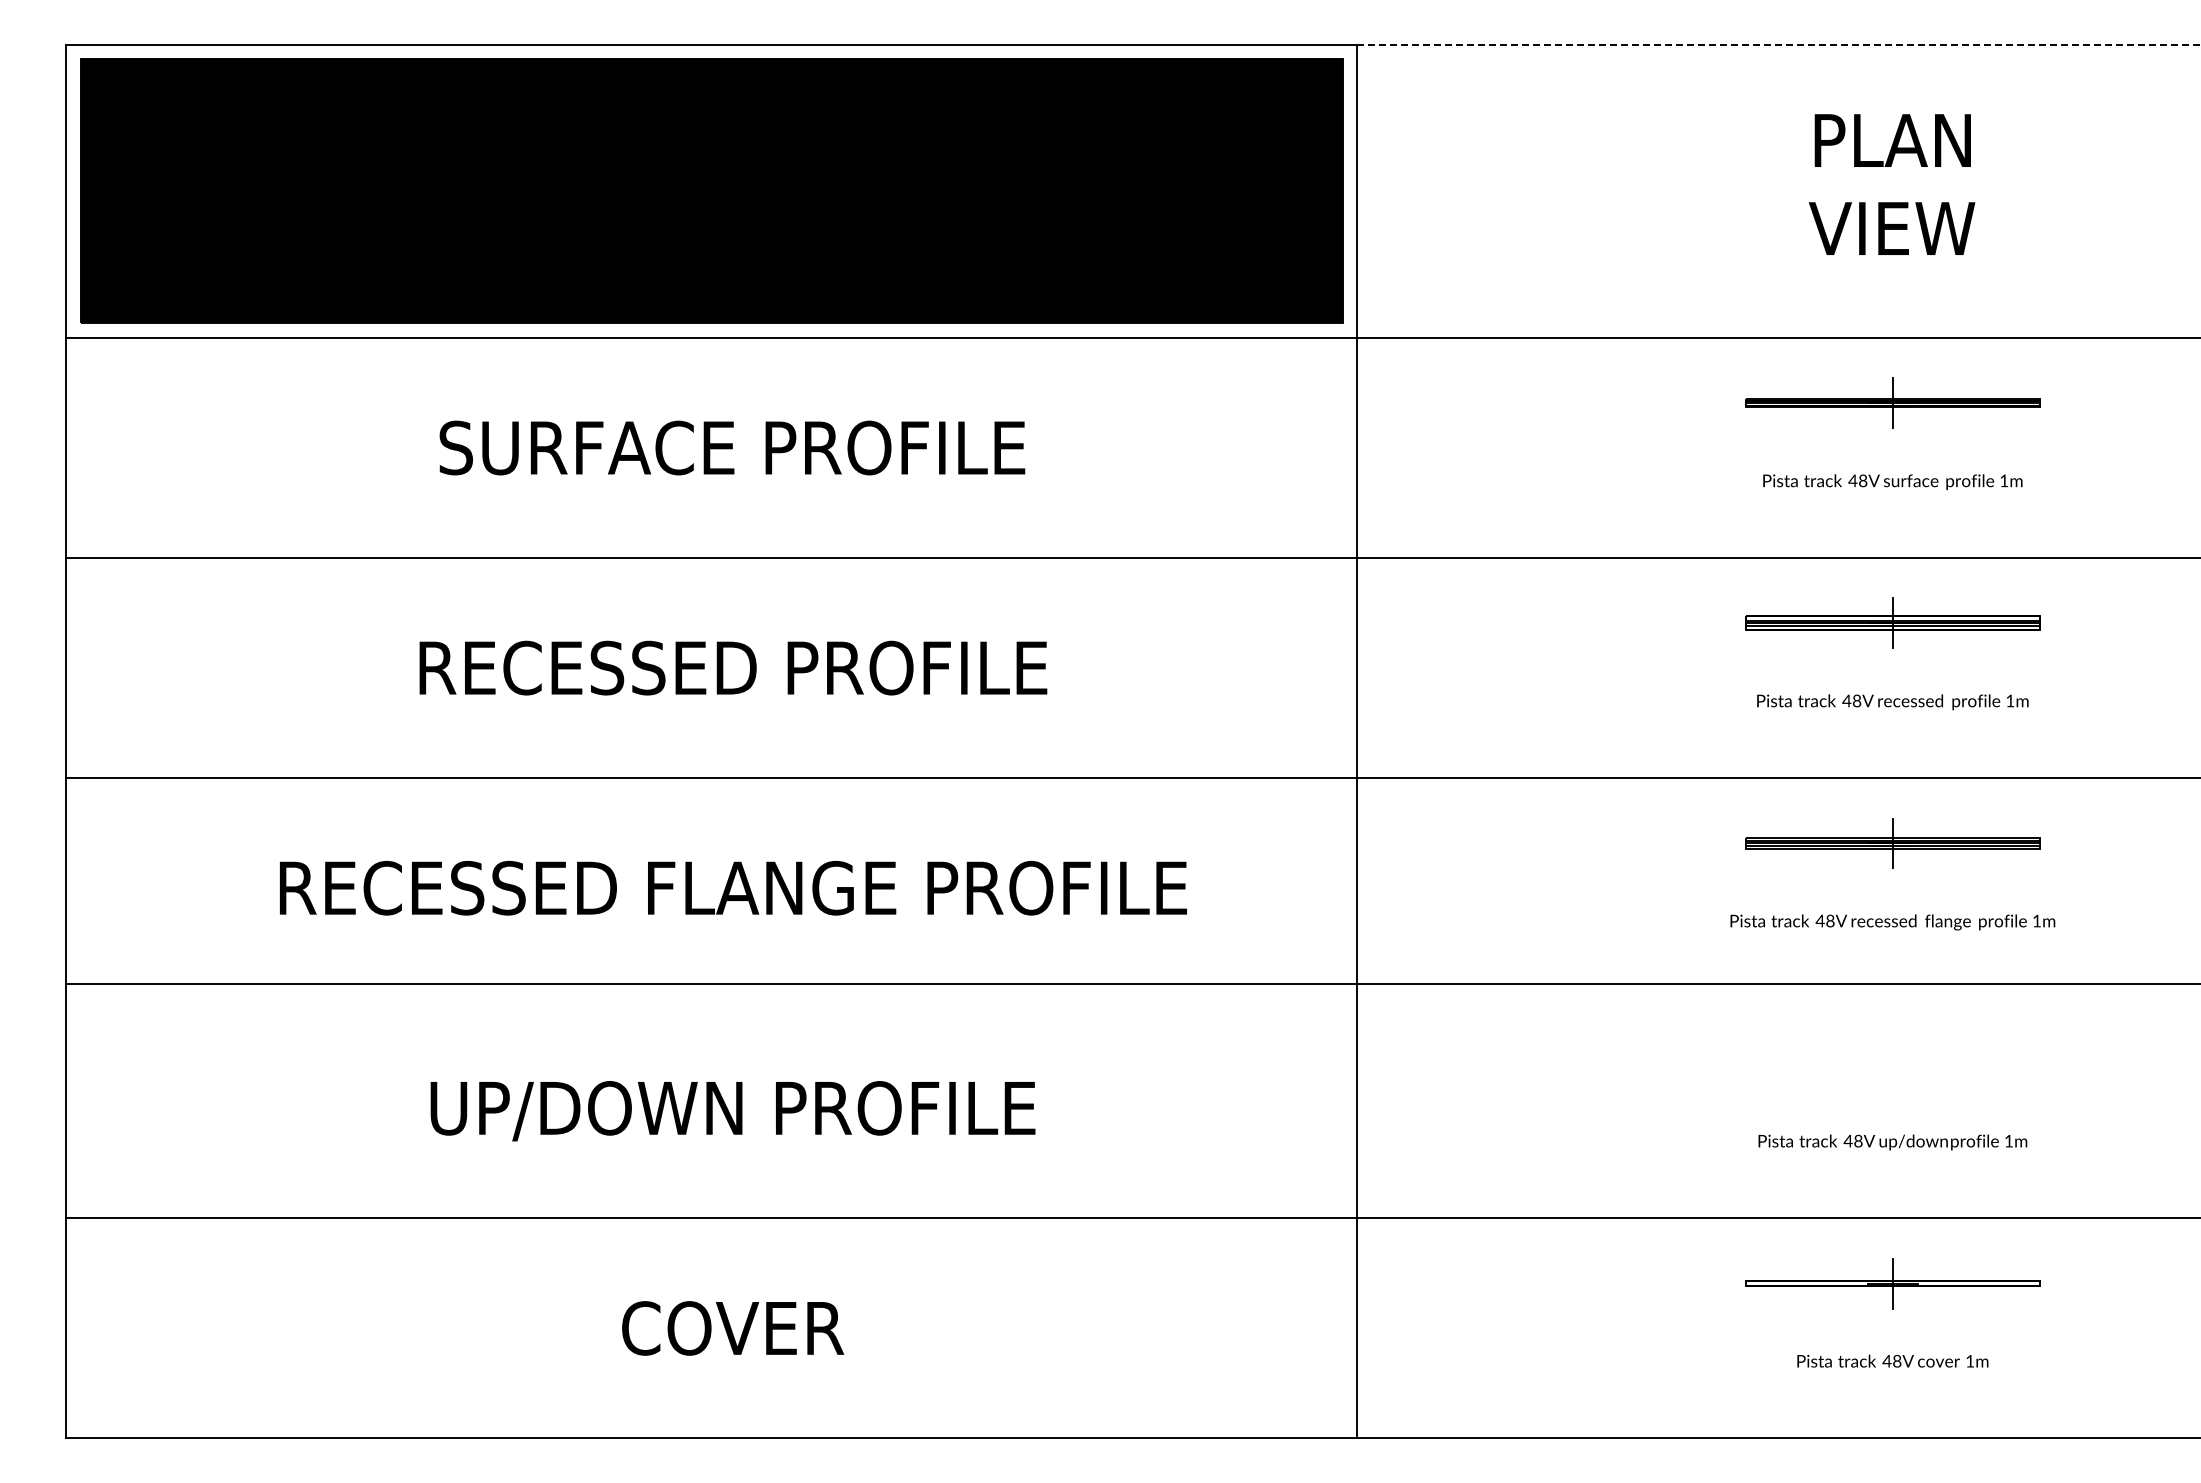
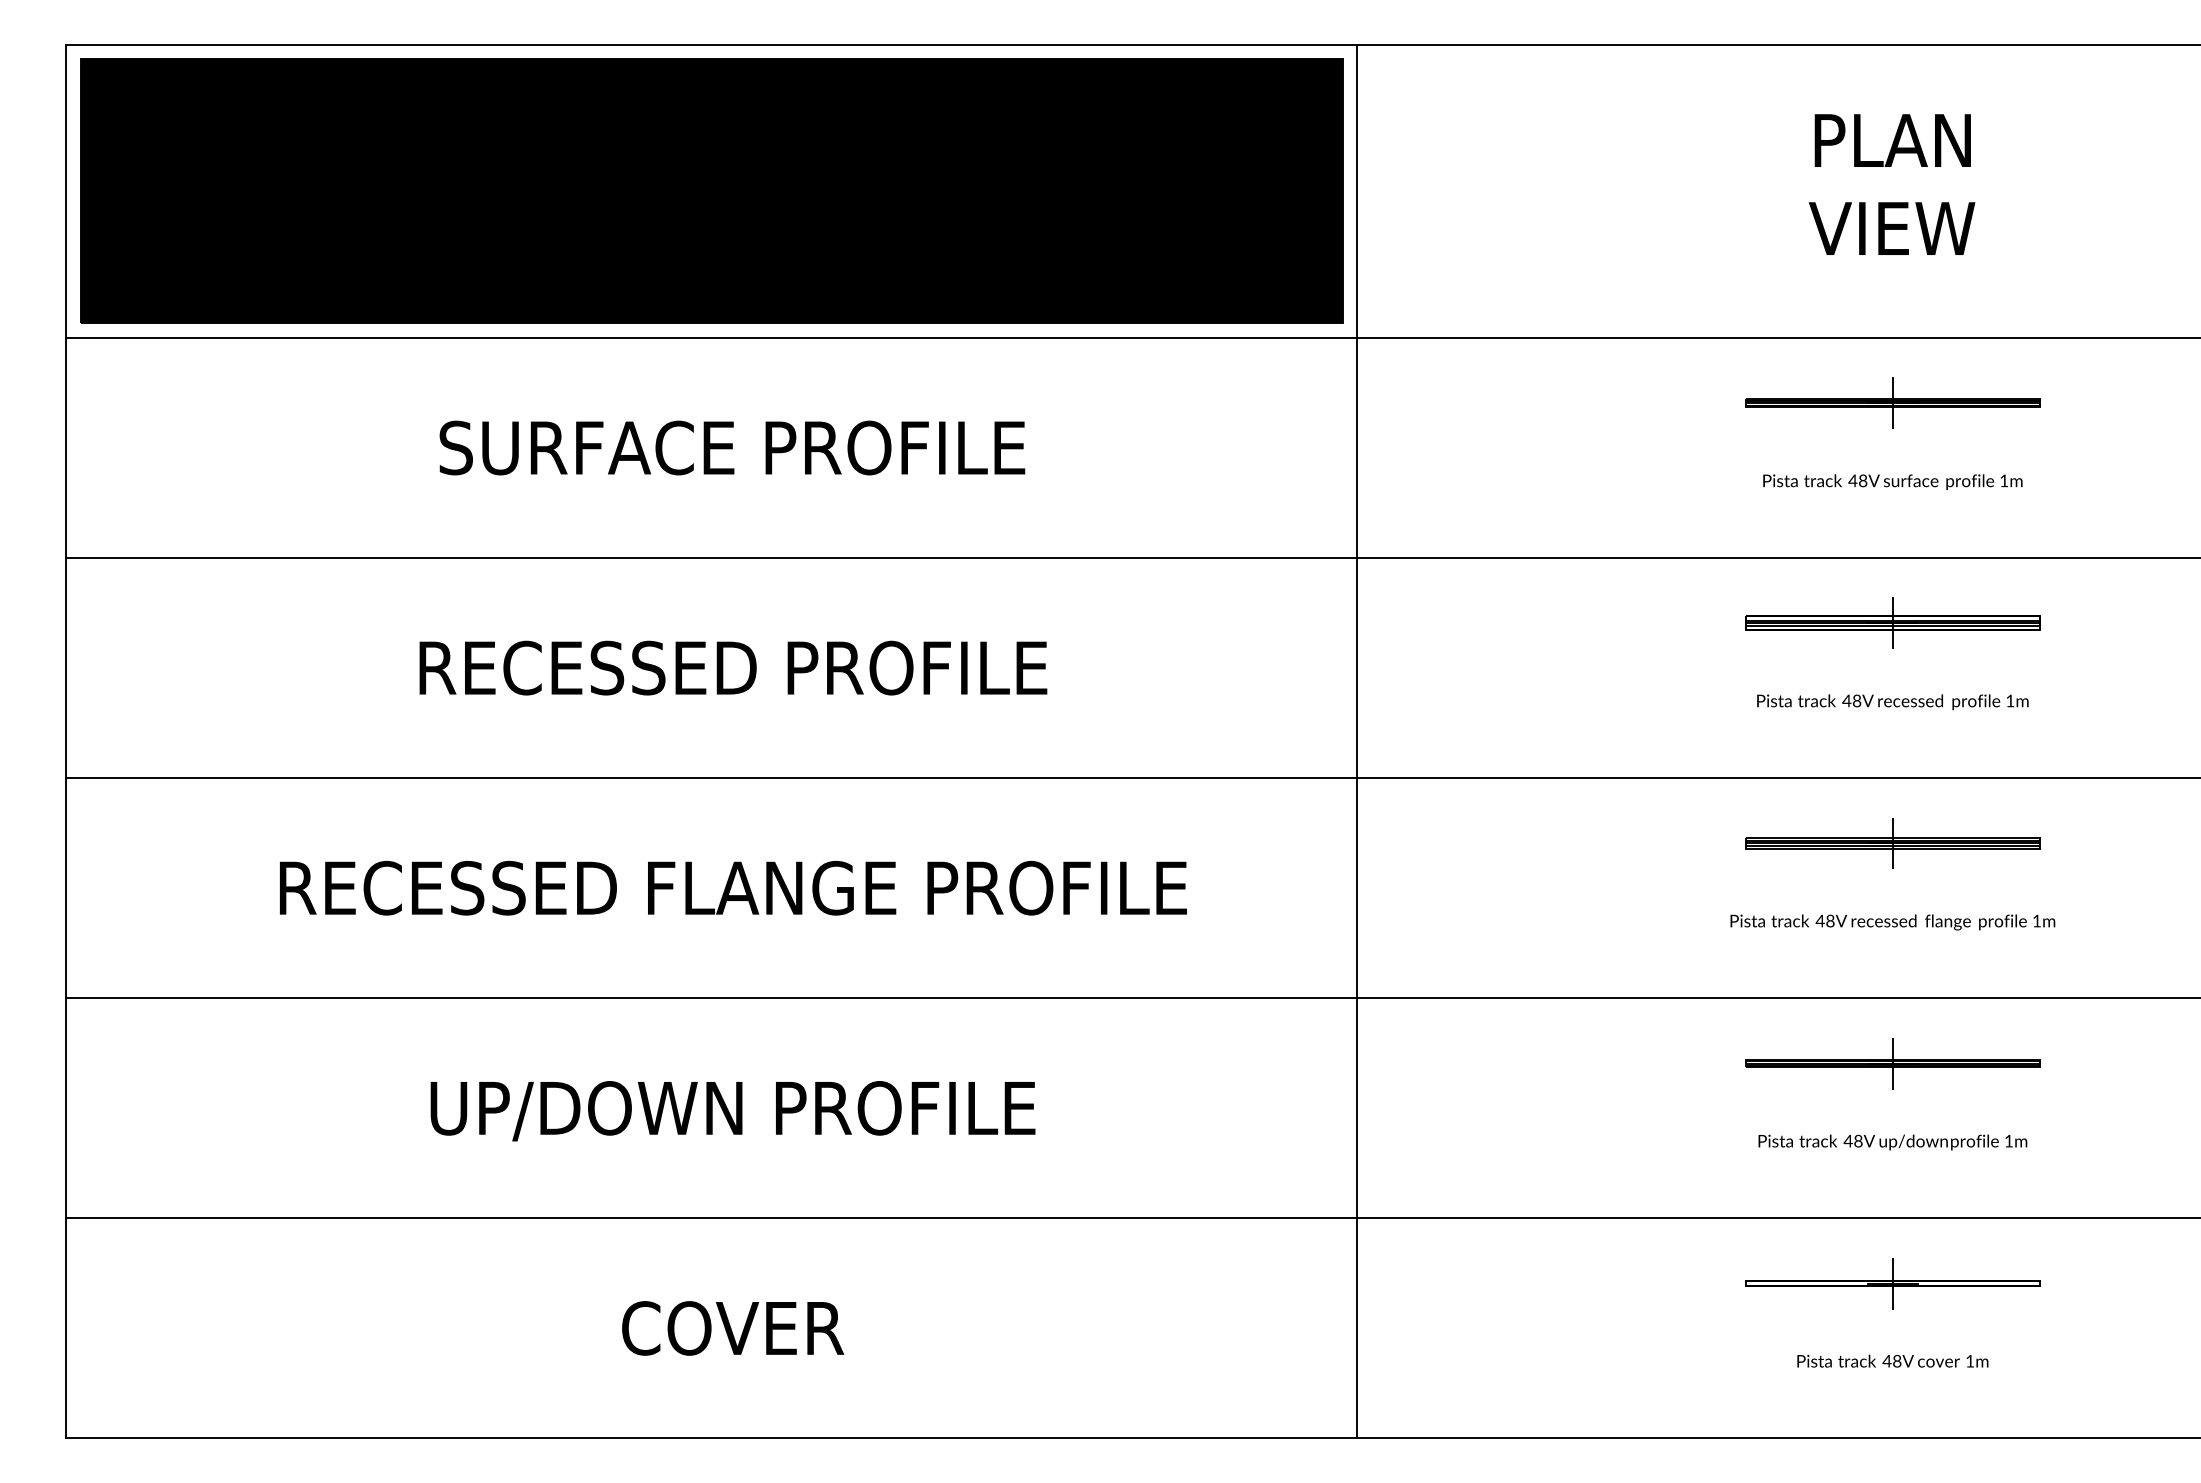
line at (1779, 44): dashed -> solid
line at (1131, 984) position: (1131, 984) -> (1131, 998)
part at (1892, 1063): none -> present
